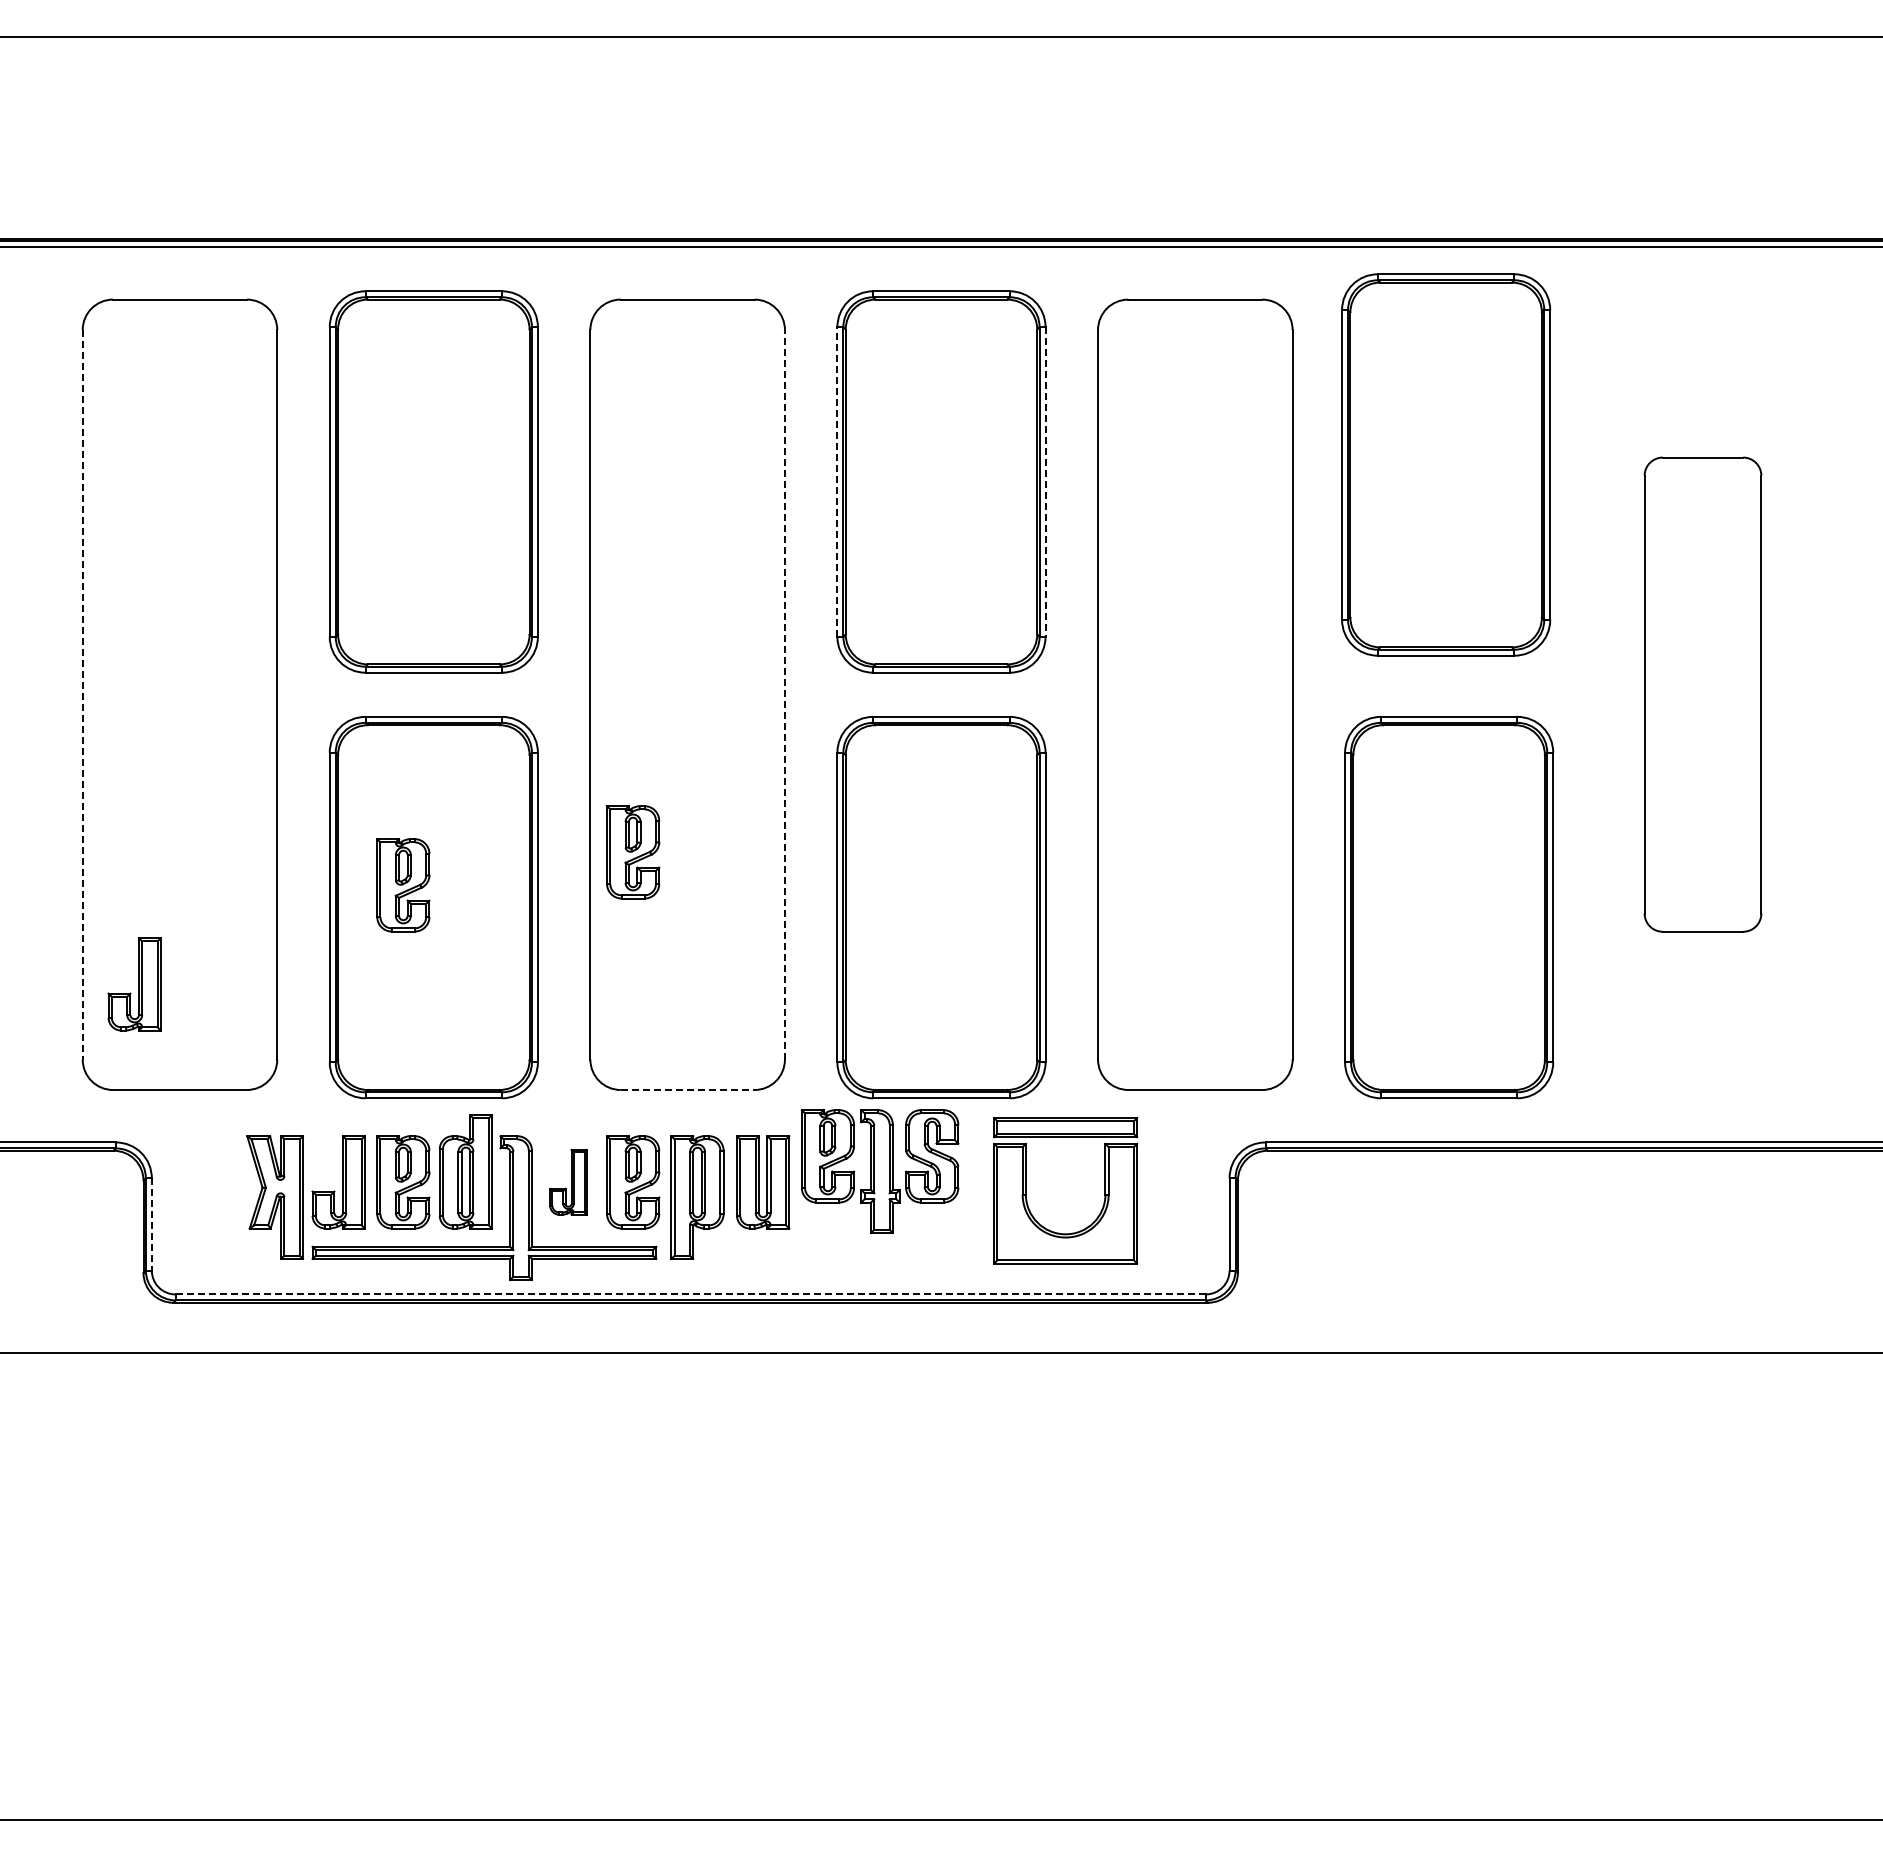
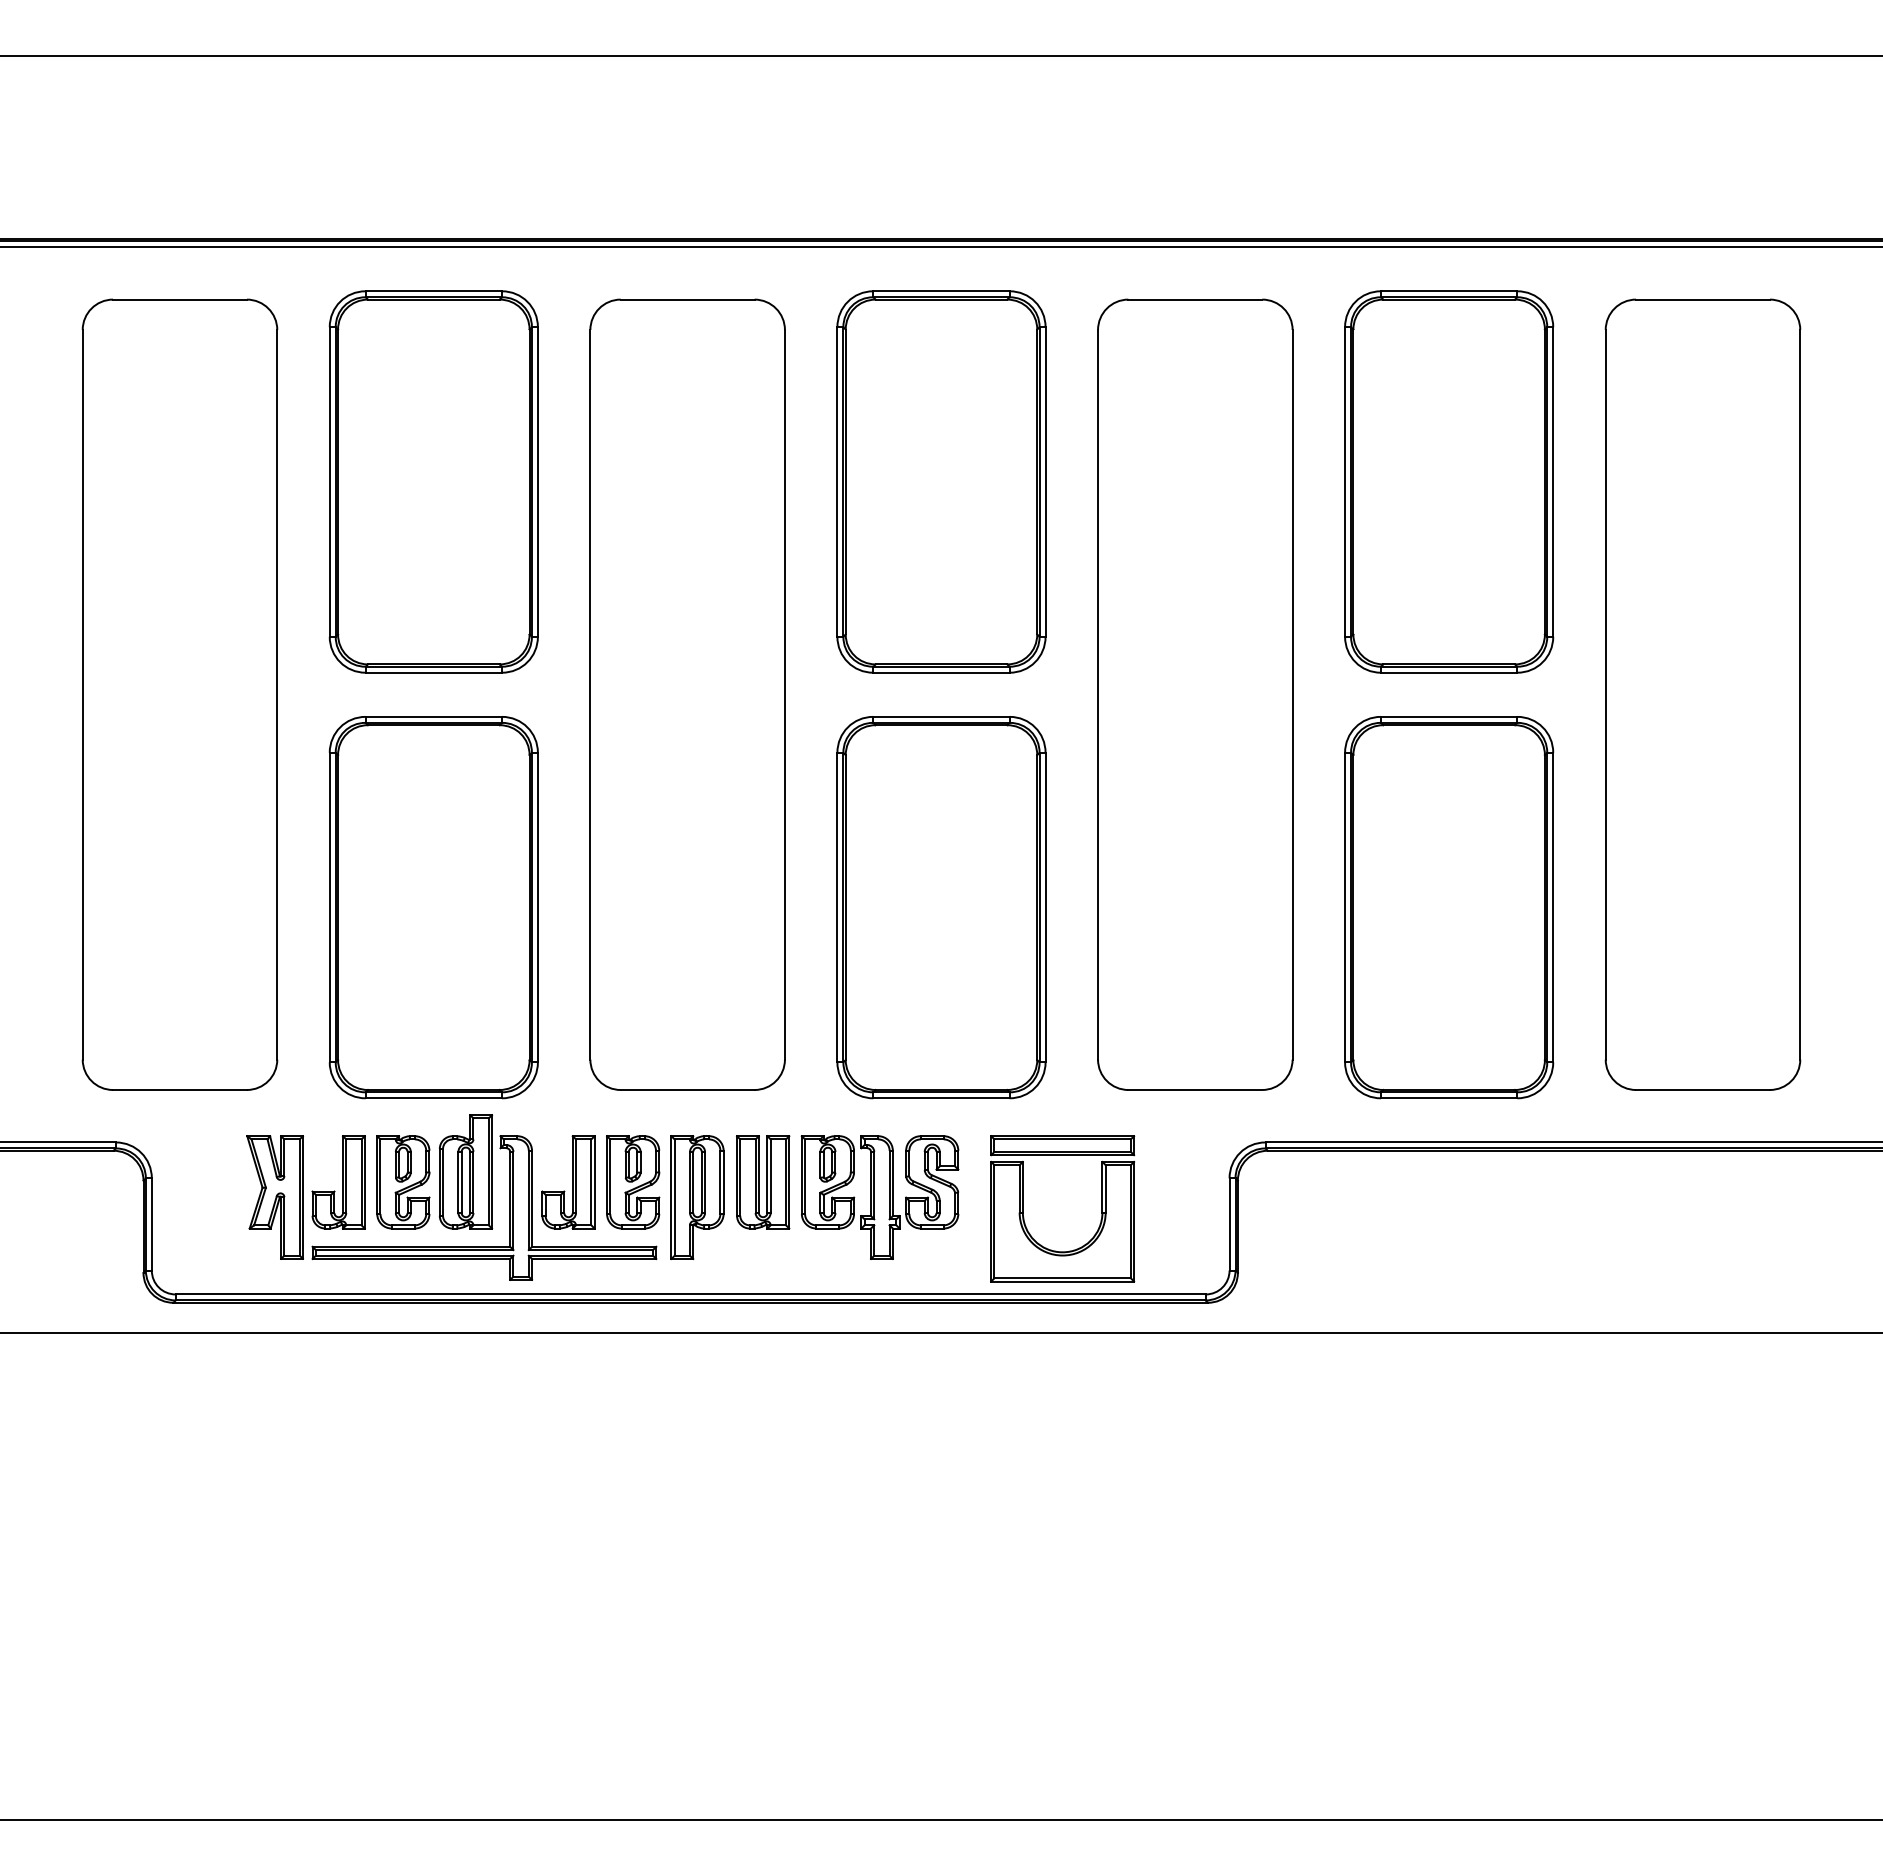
line at (940, 37) position: (940, 37) -> (940, 56)
part at (1446, 464) position: (1446, 464) -> (1449, 481)
line at (837, 482): dashed -> solid
line at (1045, 482): dashed -> solid
line at (82, 694): dashed -> solid
line at (784, 694): dashed -> solid
part at (1702, 694) size: 120x477 px -> 198x793 px
part at (633, 852): present -> none
part at (403, 885): present -> none
part at (134, 984): present -> none
line at (687, 1089): dashed -> solid
part at (879, 1171) position: (879, 1171) -> (879, 1197)
part at (568, 1182) size: 39x67 px -> 55x95 px
part at (1026, 1190) position: (1026, 1190) -> (1023, 1208)
line at (151, 1224): dashed -> solid
line at (690, 1294): dashed -> solid
line at (940, 1353) position: (940, 1353) -> (940, 1333)
